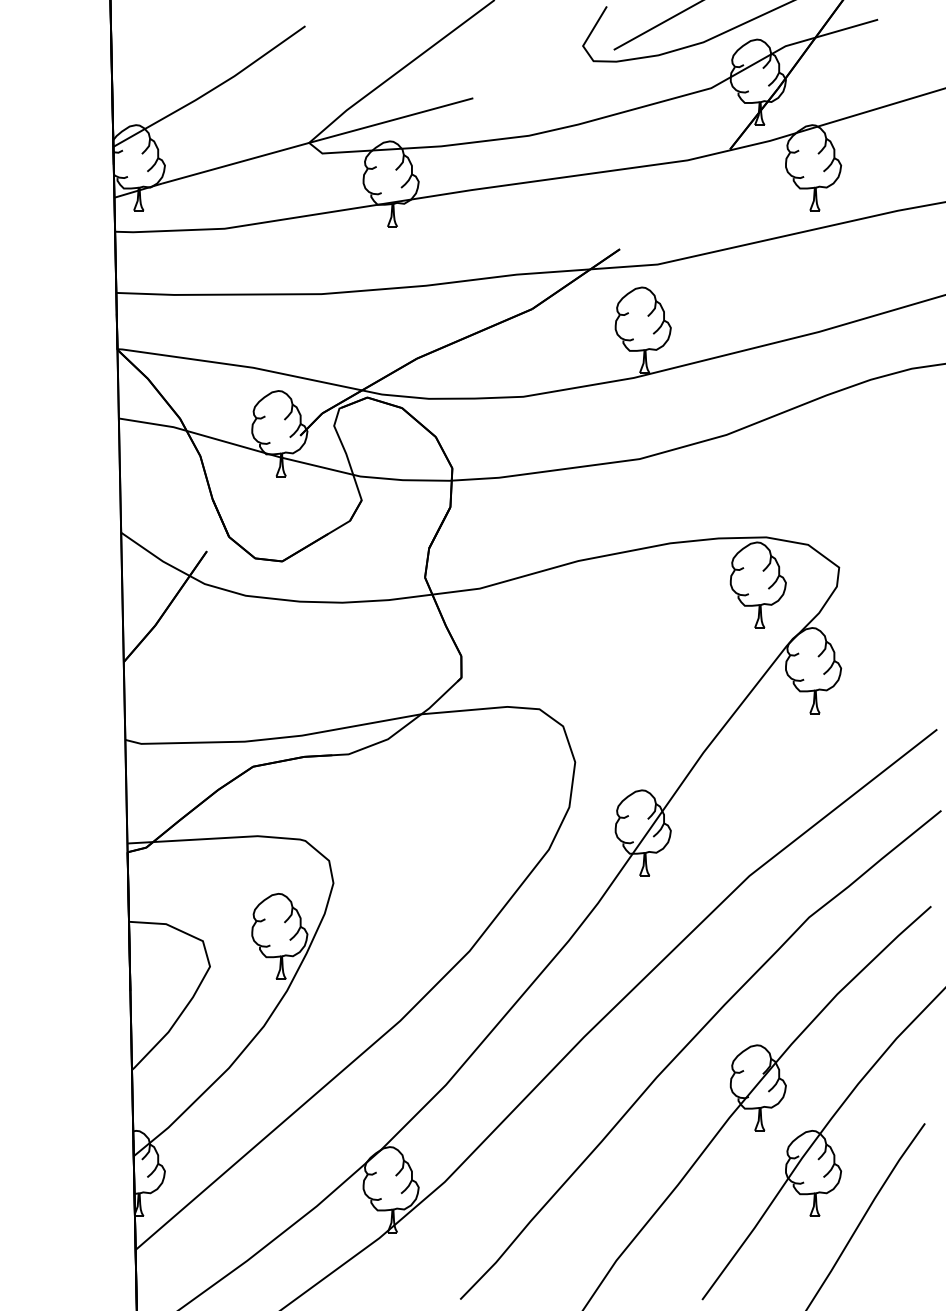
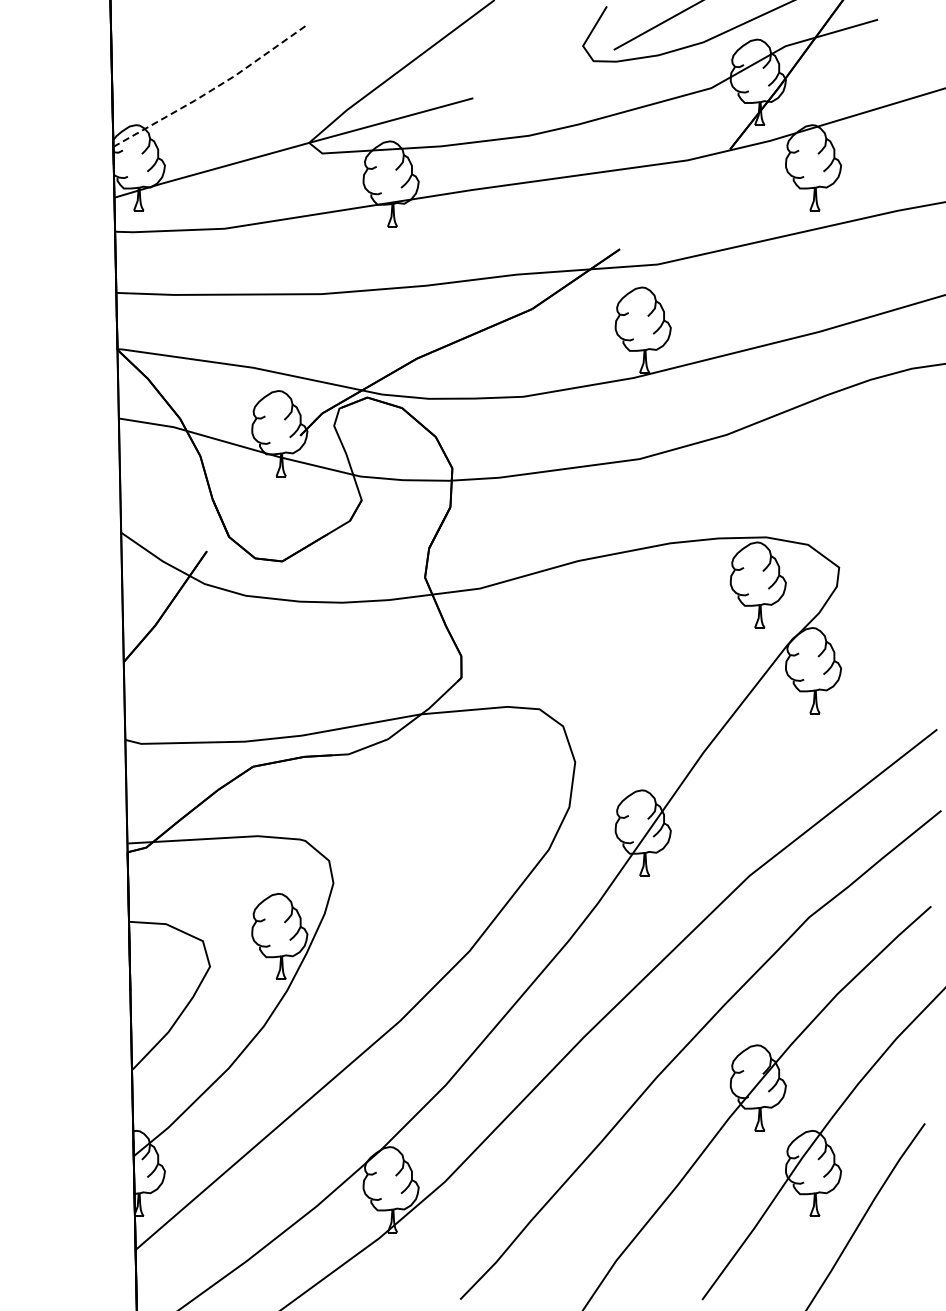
line at (211, 90): solid -> dashed
